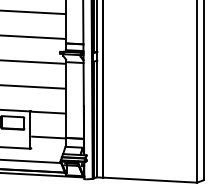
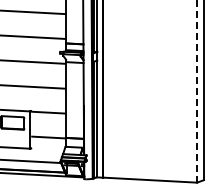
line at (197, 91): solid -> dashed
